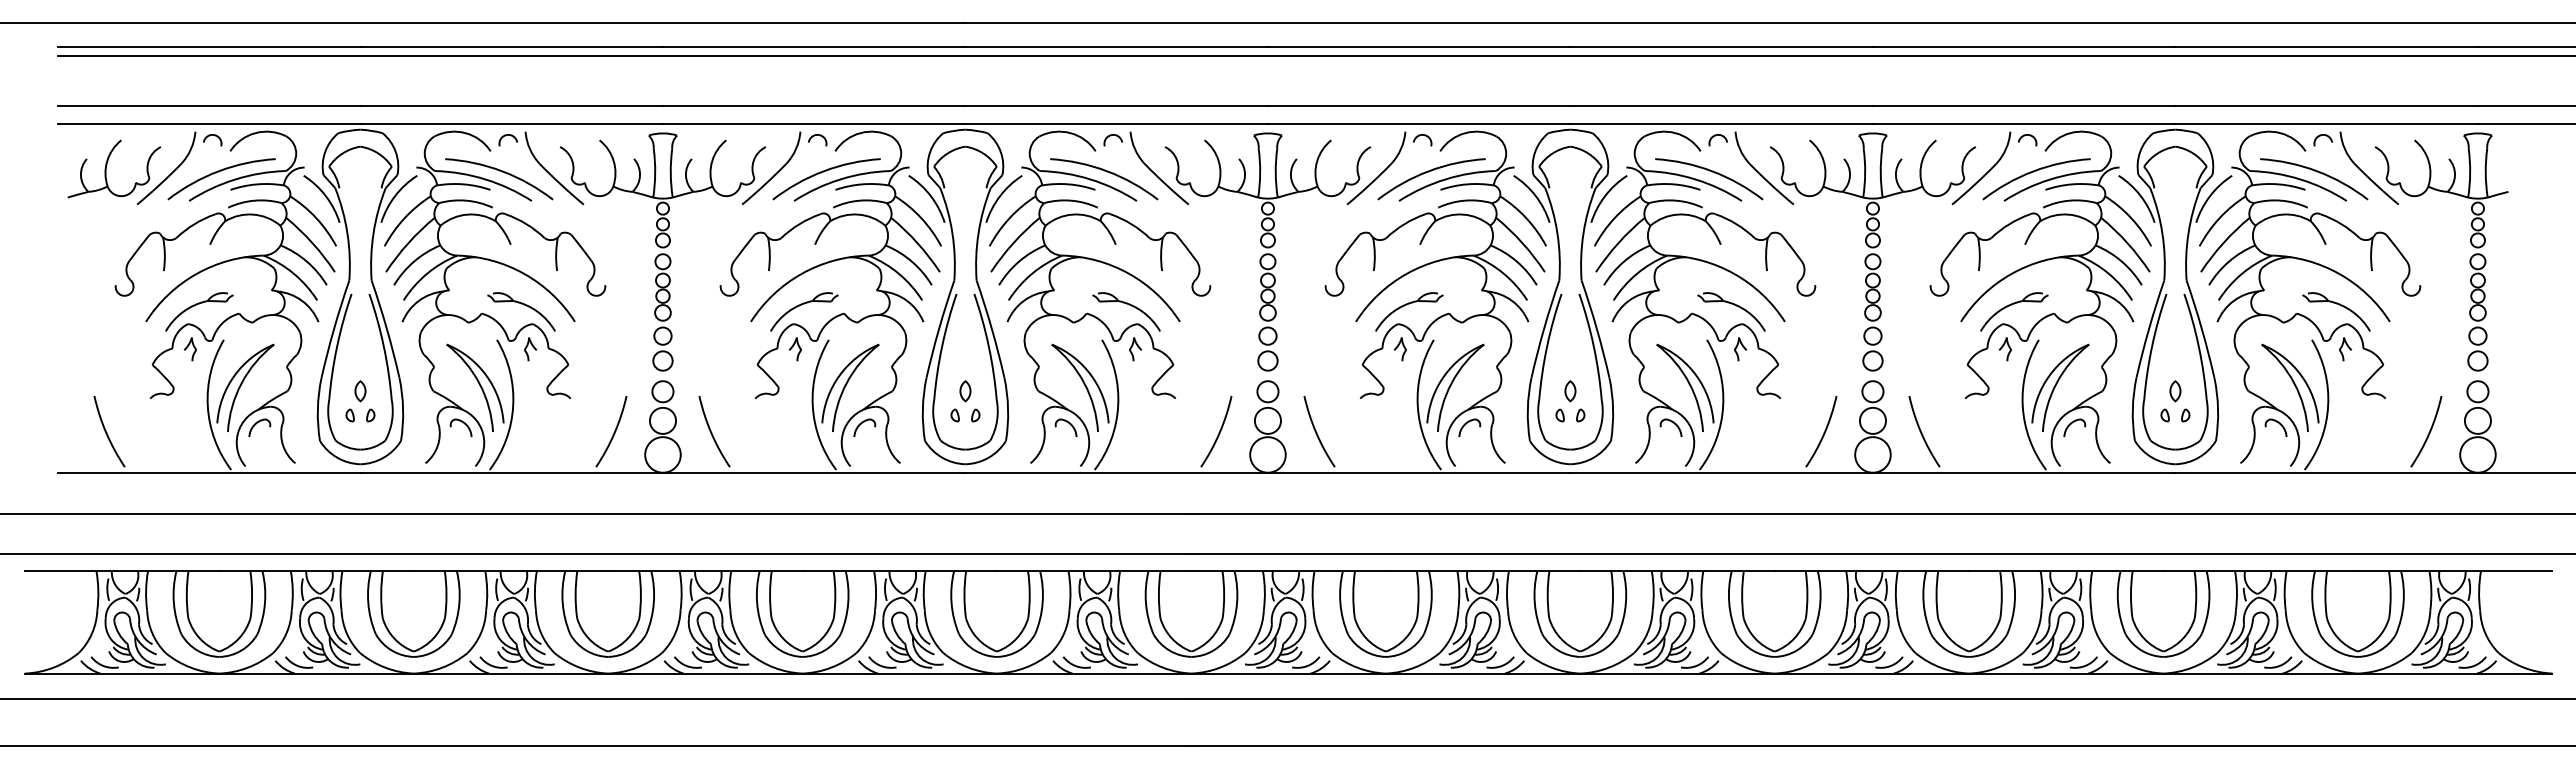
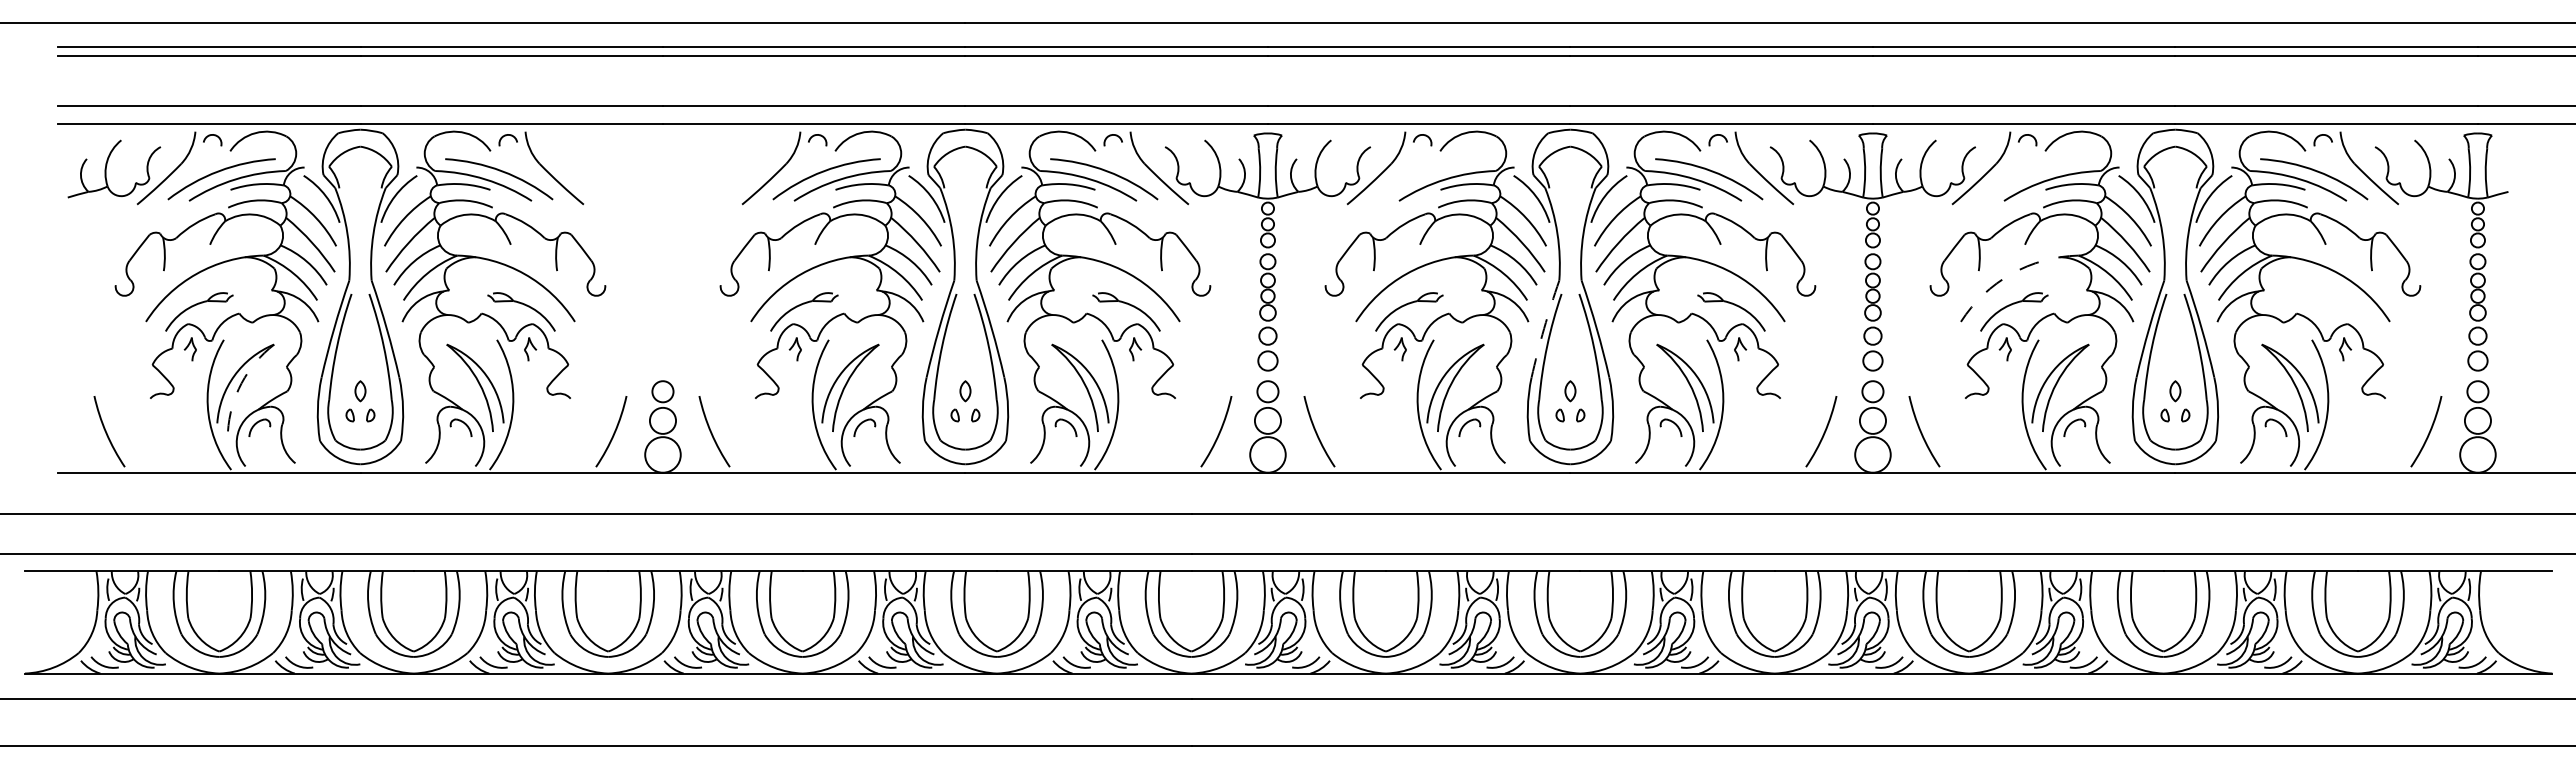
arc at (1429, 172): present -> none
arc at (2034, 172): present -> none
part at (662, 251): present -> none
arc at (2011, 274): solid -> dashed
part at (2338, 305): present -> none
arc at (1544, 328): solid -> dashed
arc at (241, 383): solid -> dashed
